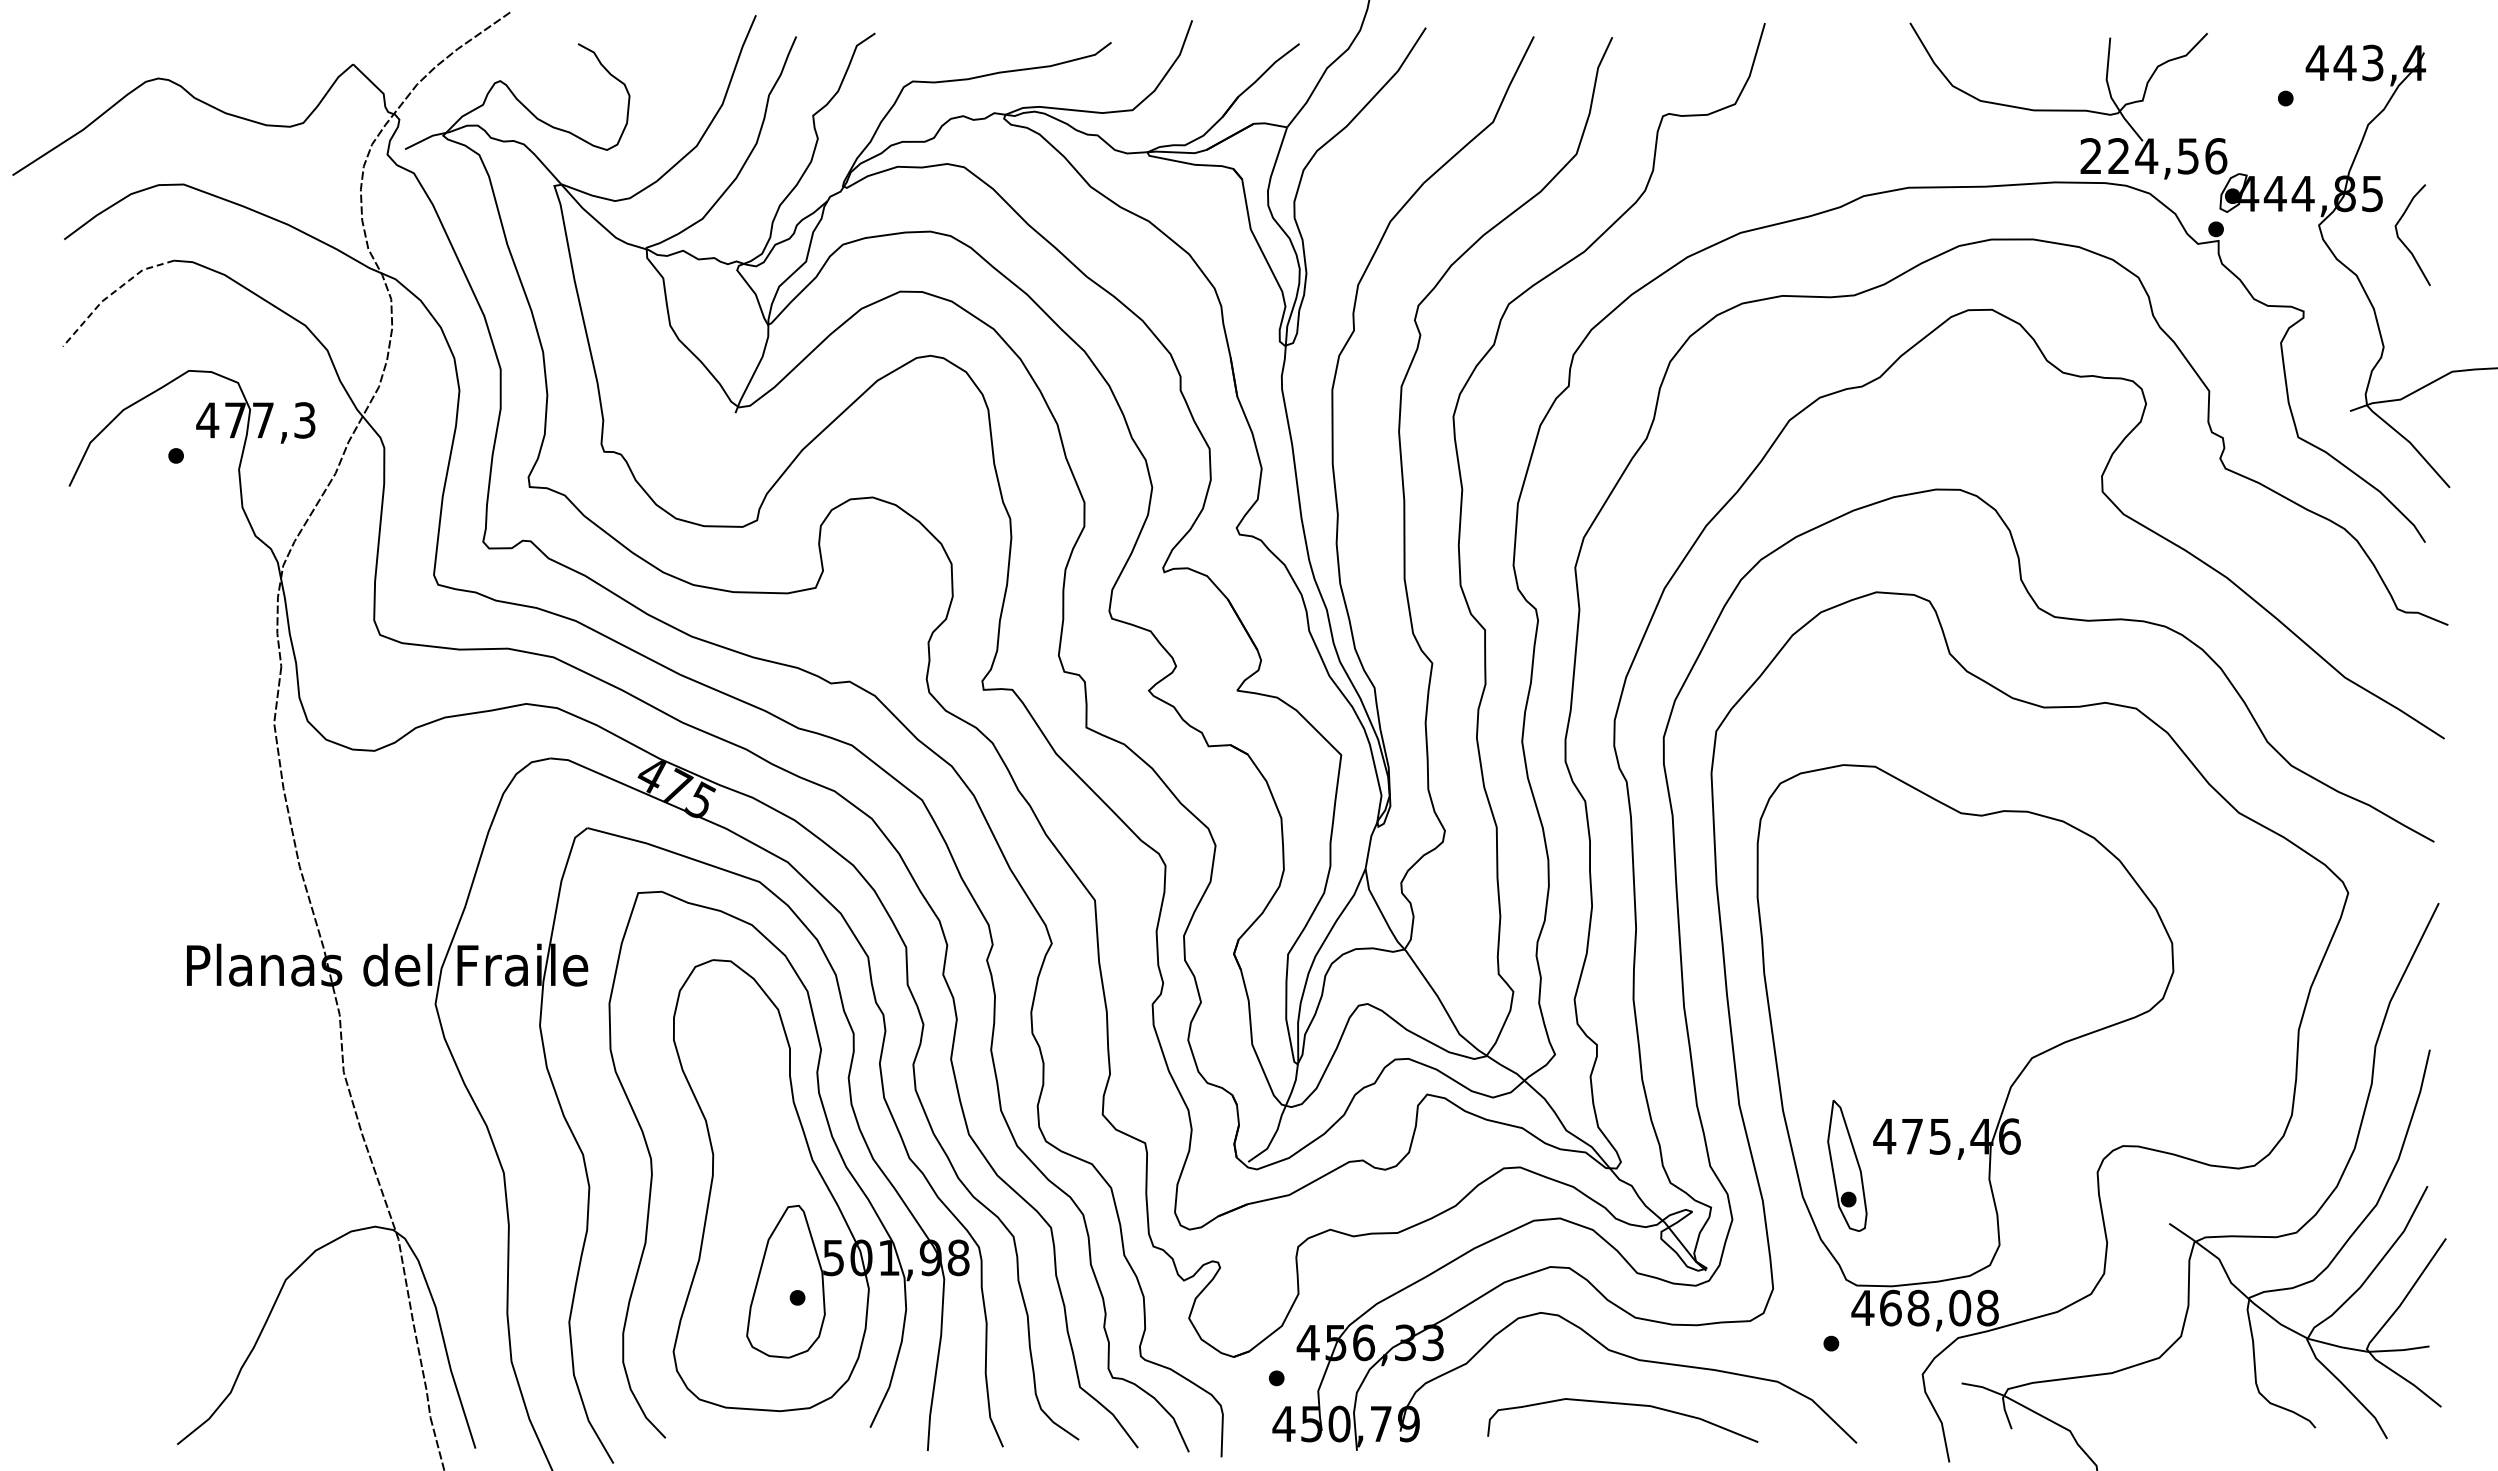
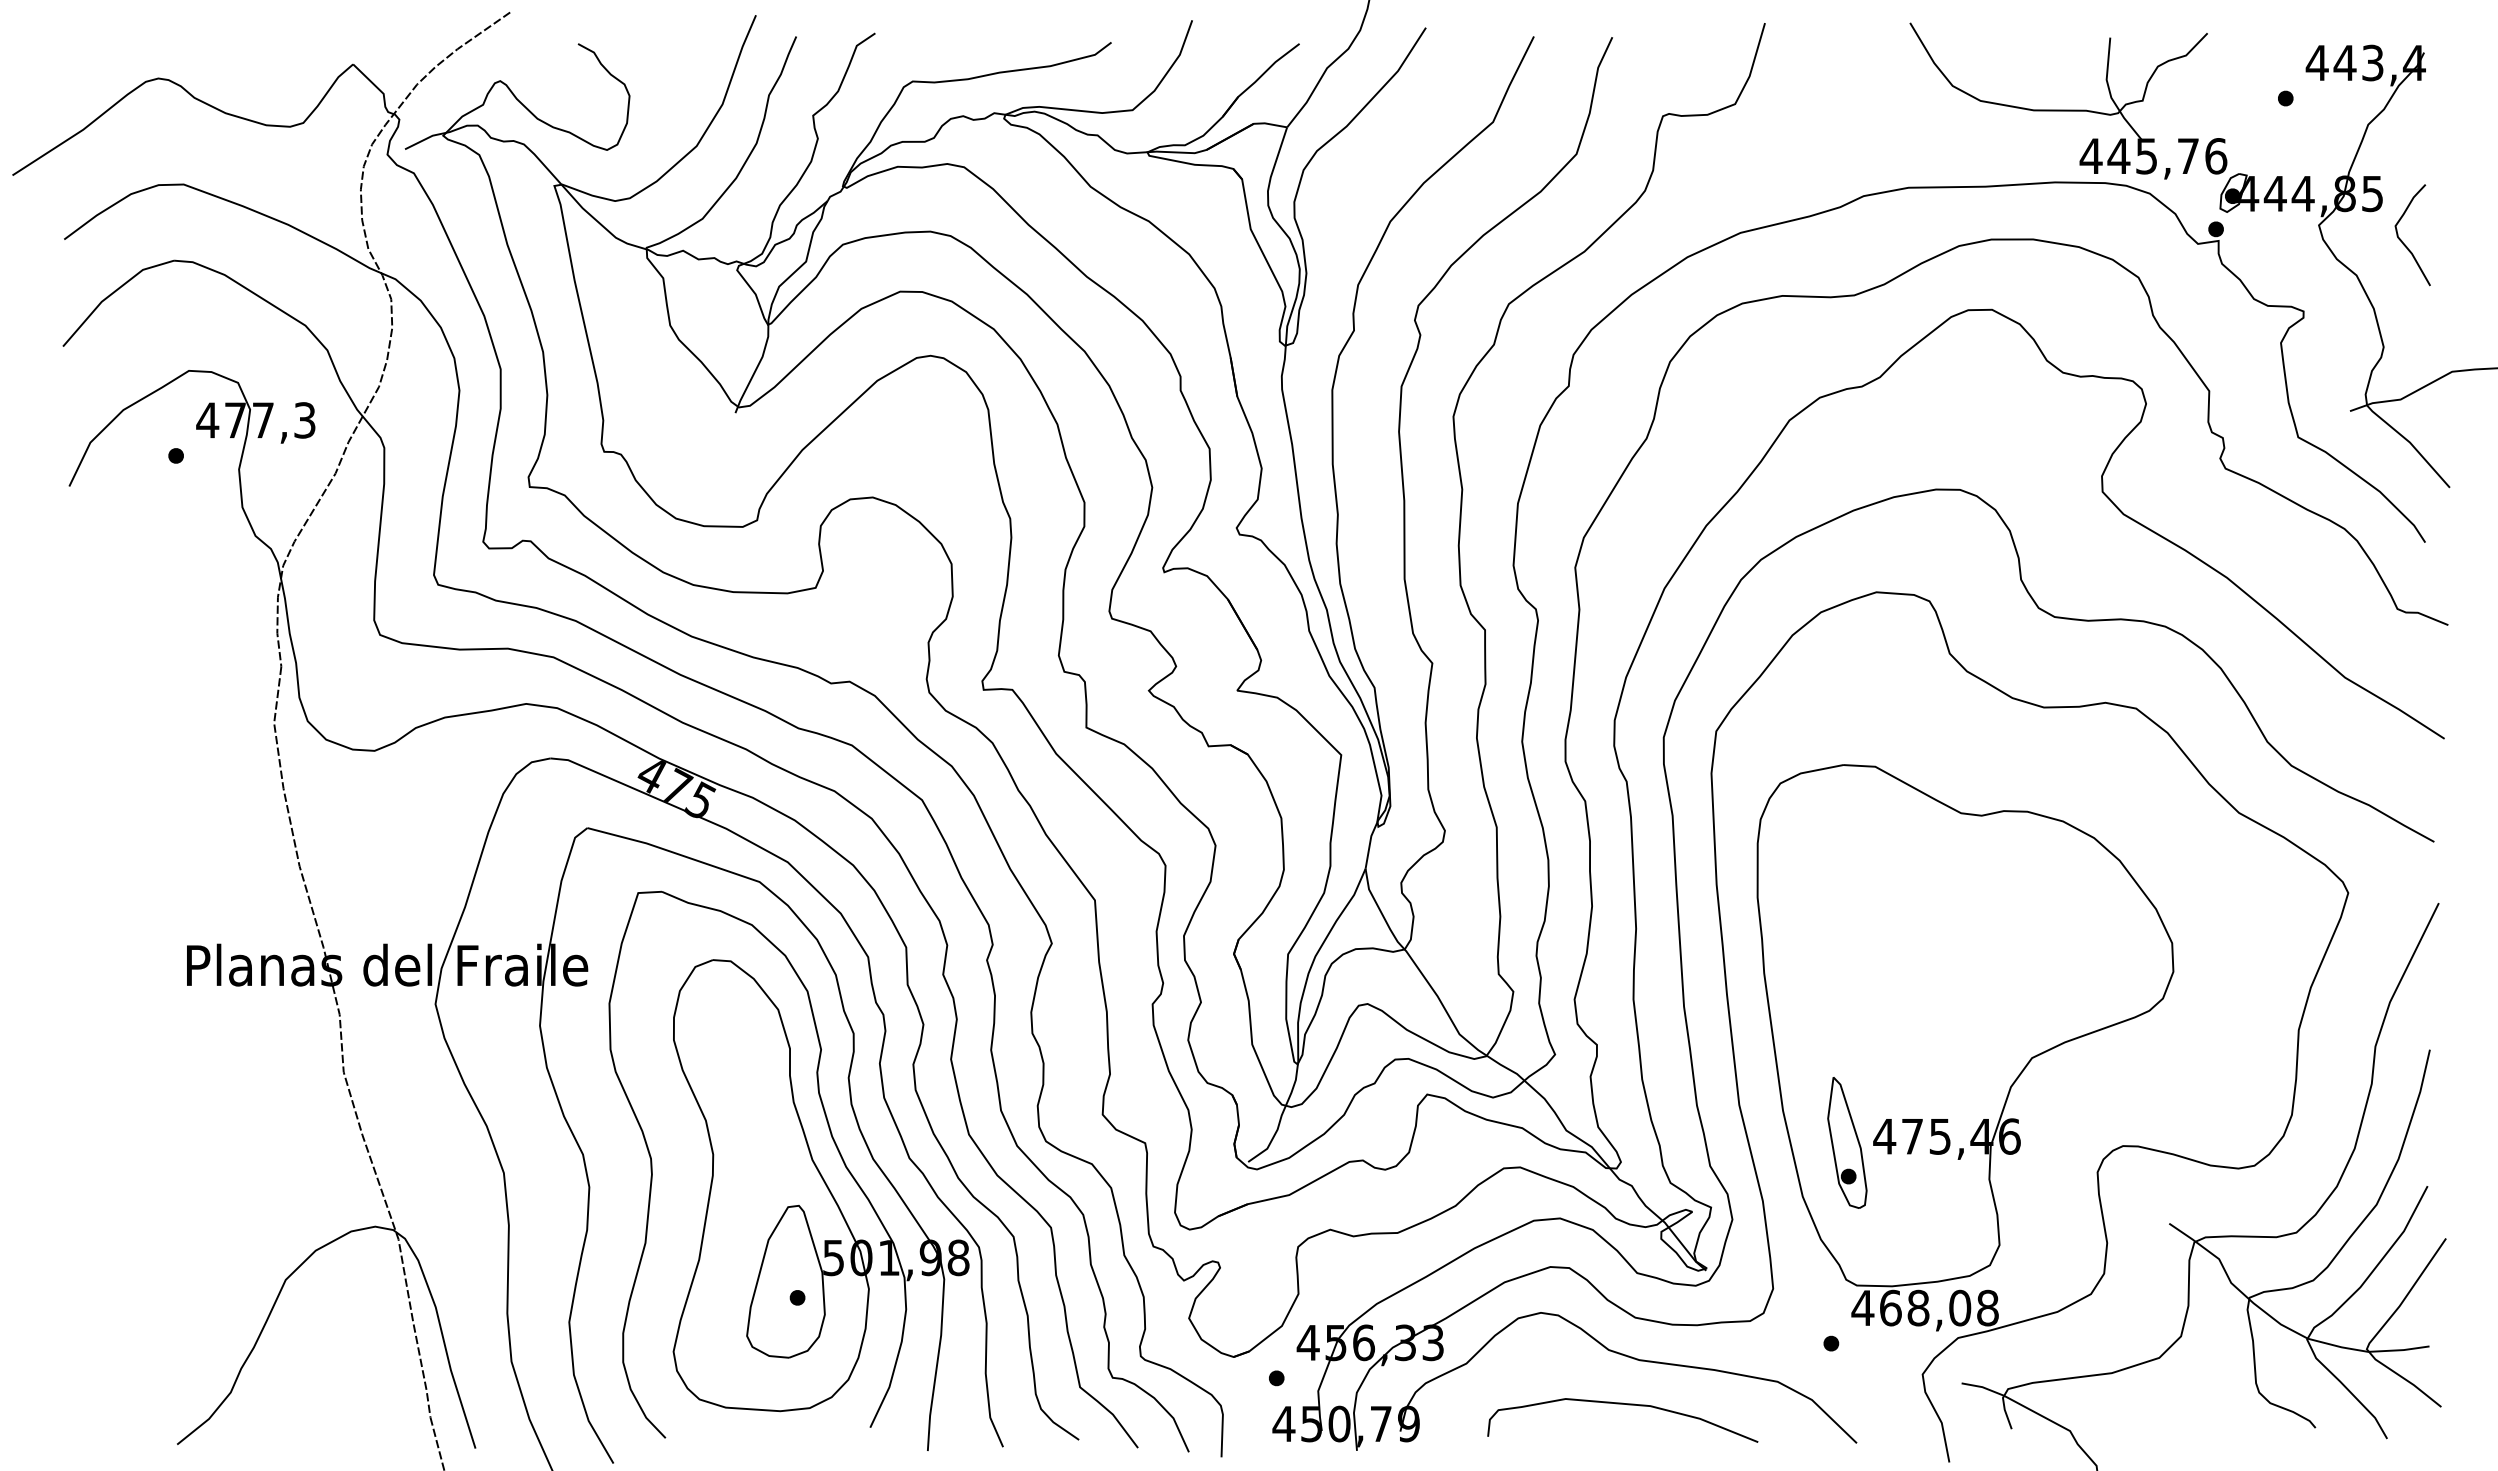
text at (2138, 156): 224,56 -> 445,76
line at (111, 293): dashed -> solid
part at (1847, 1165) position: (1847, 1165) -> (1847, 1142)
